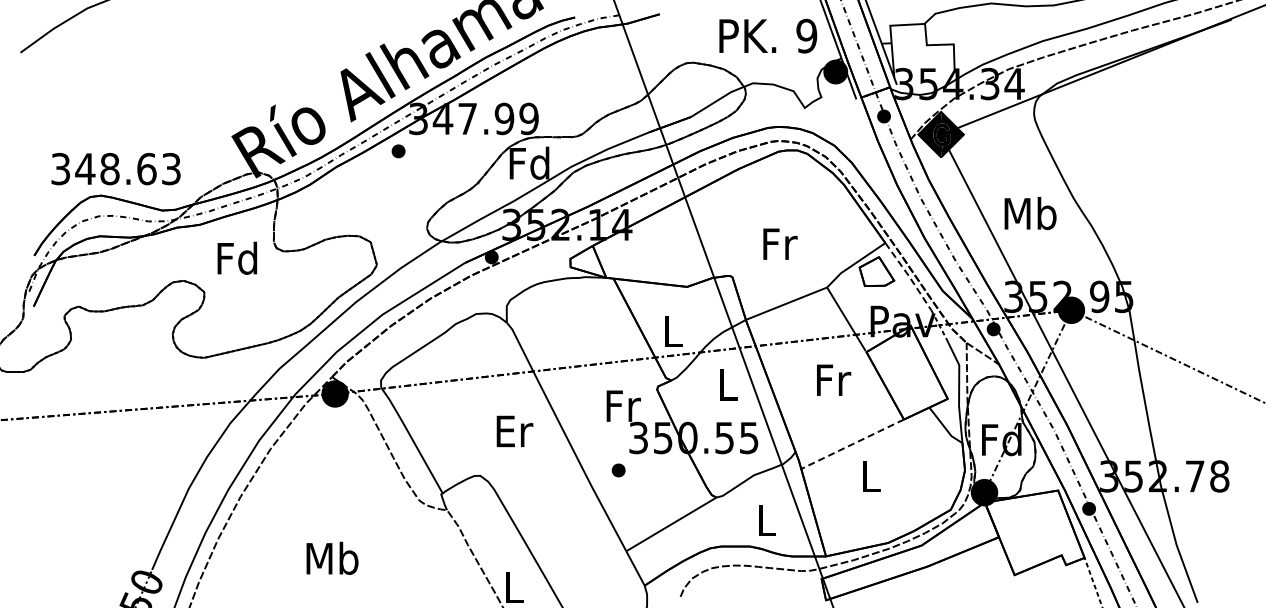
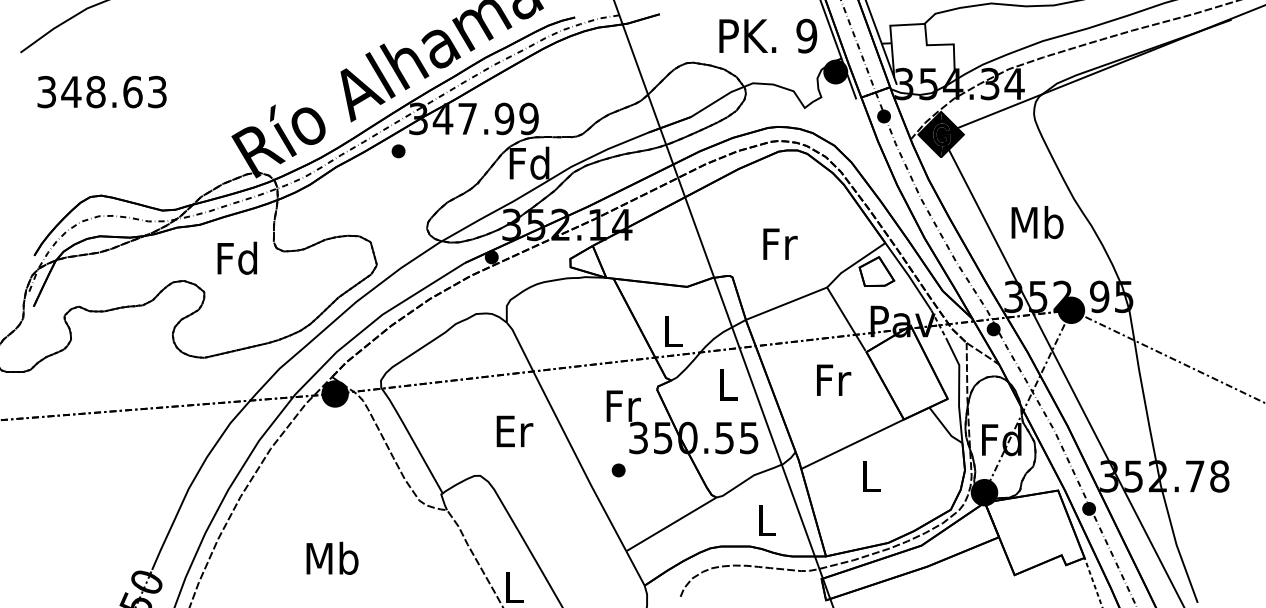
text at (115, 169) position: (115, 169) -> (101, 92)
text at (1030, 213) position: (1030, 213) -> (1037, 222)
line at (908, 276): dashed -> solid
line at (852, 444): dashed -> solid
